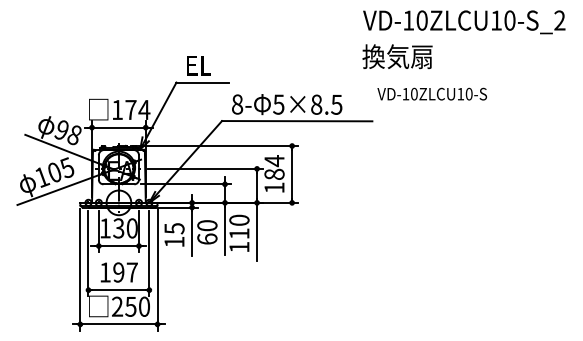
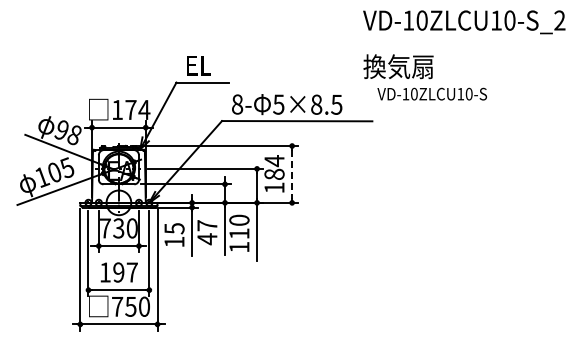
text at (397, 56) position: (397, 56) -> (398, 66)
line at (292, 174): solid -> dashed
text at (105, 228): 130 -> 730
text at (207, 232): 60 -> 47
text at (117, 306): 250 -> 750
